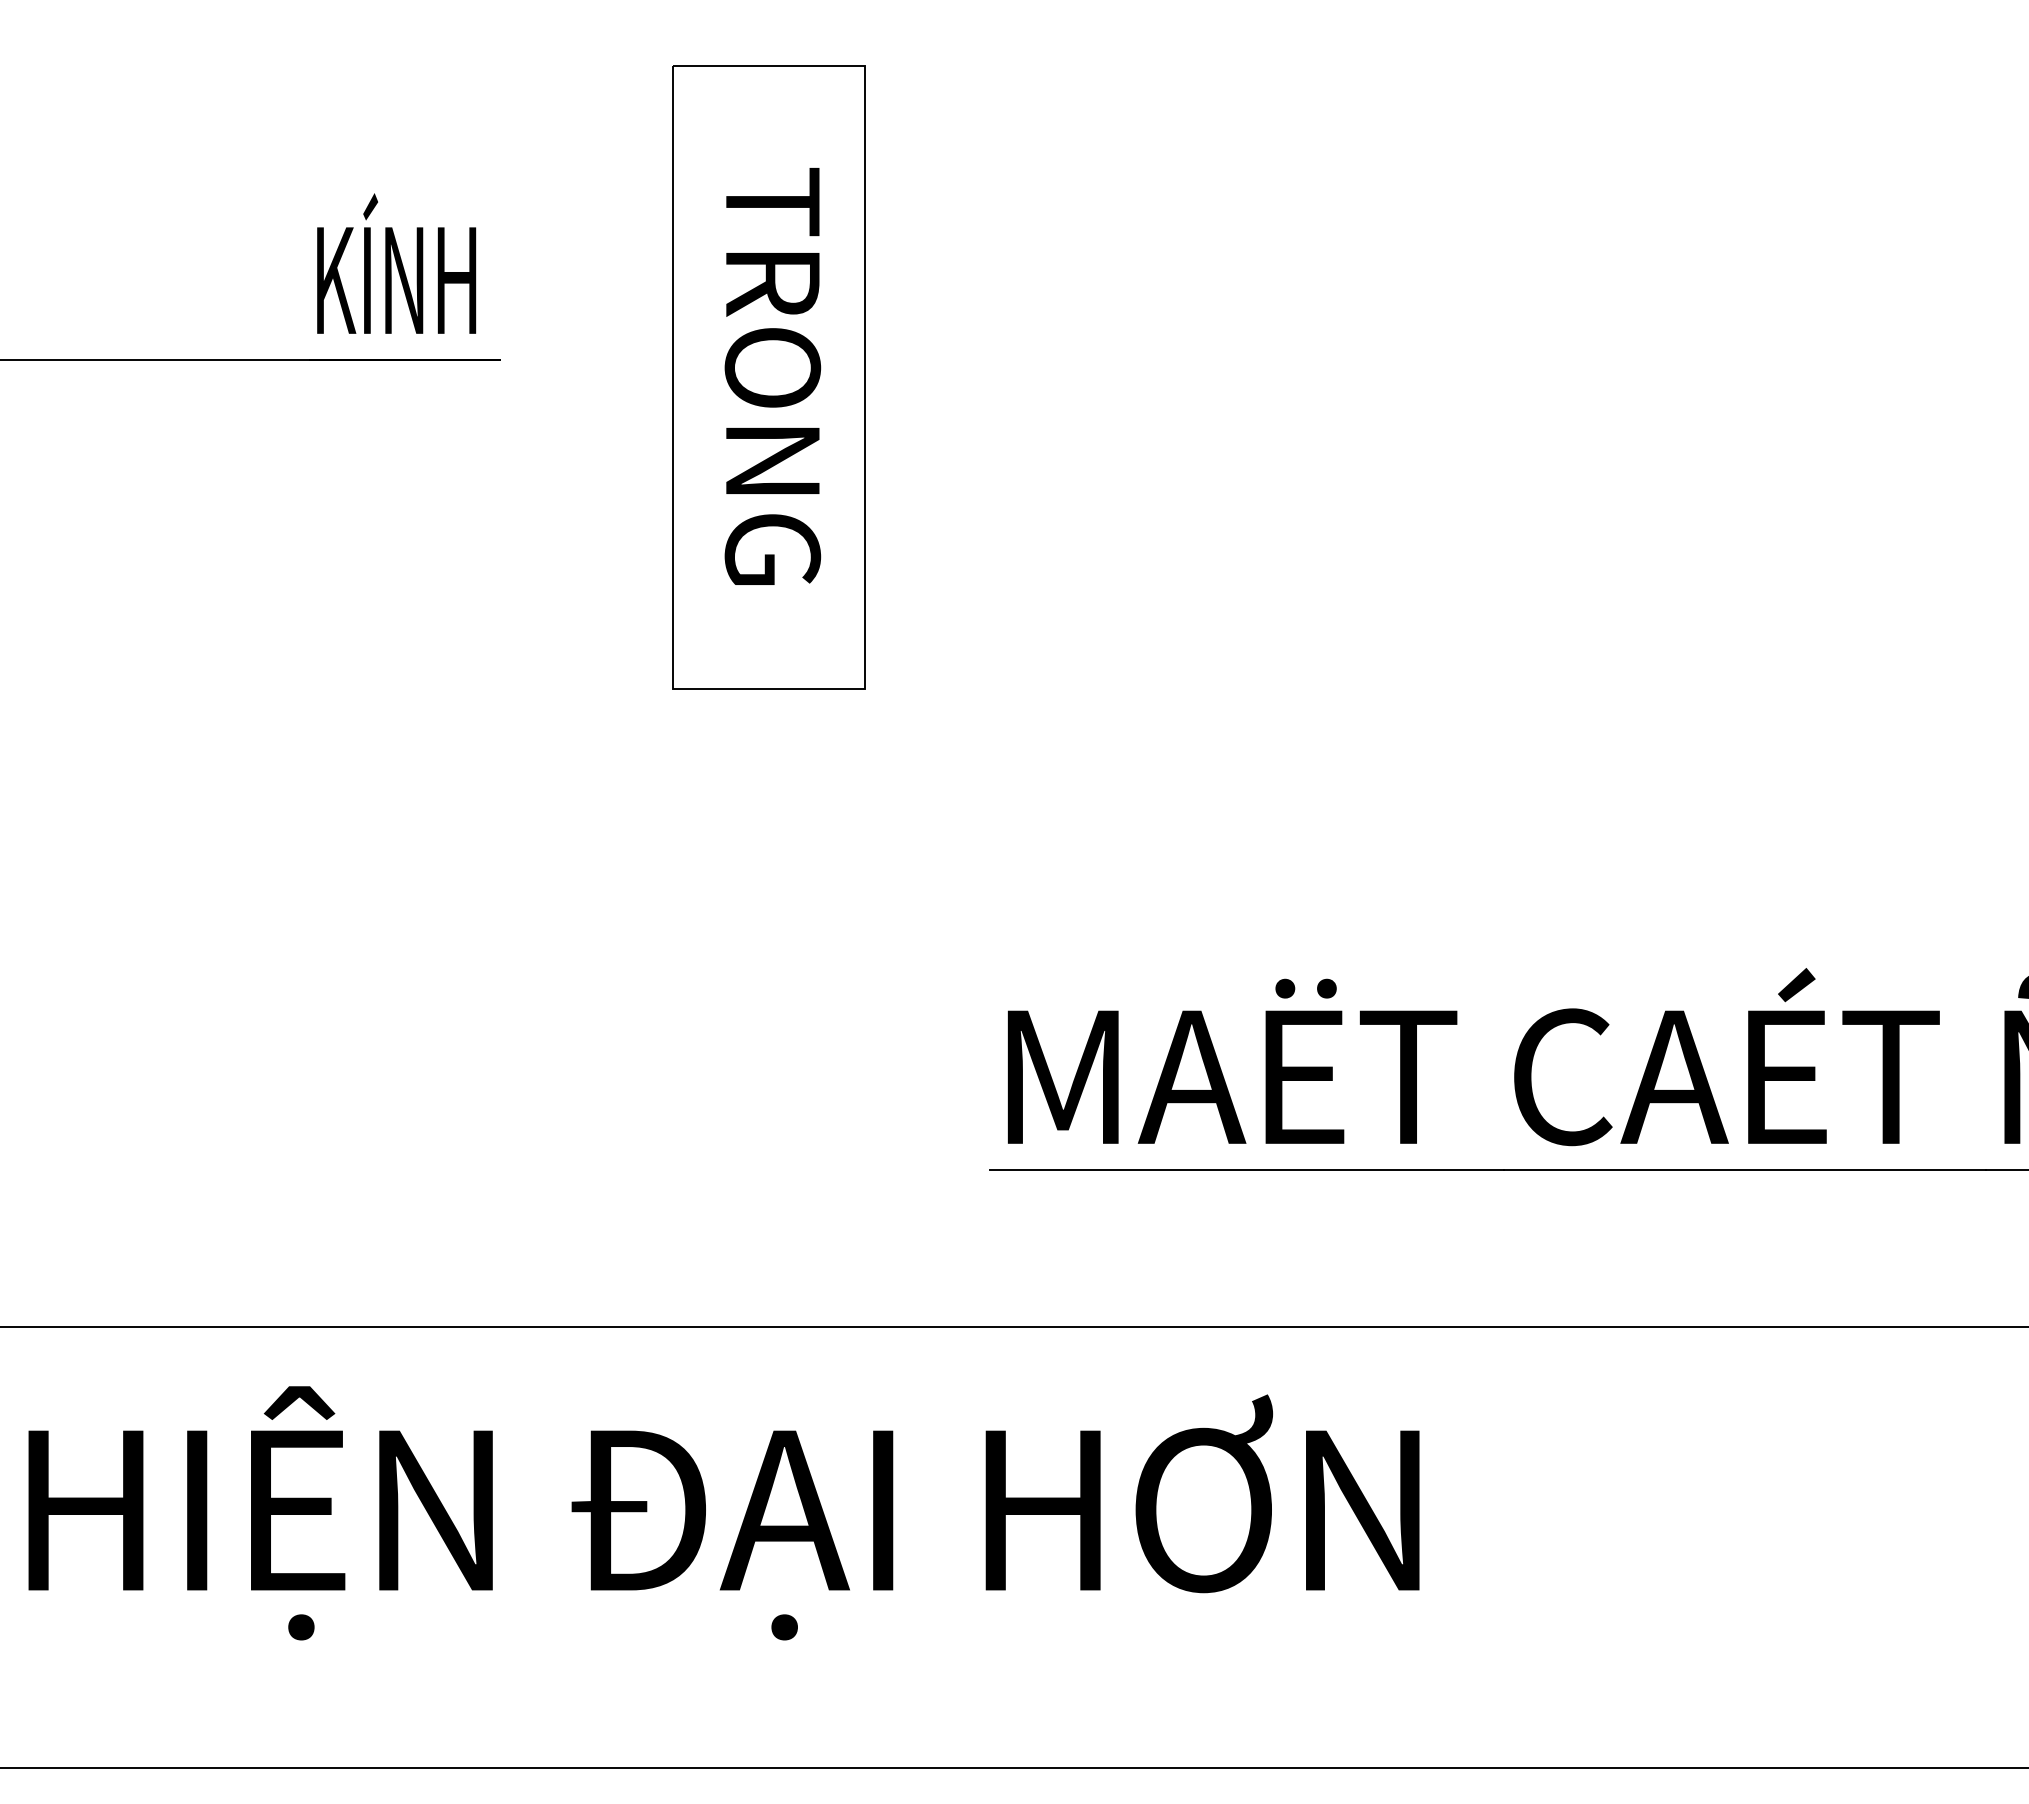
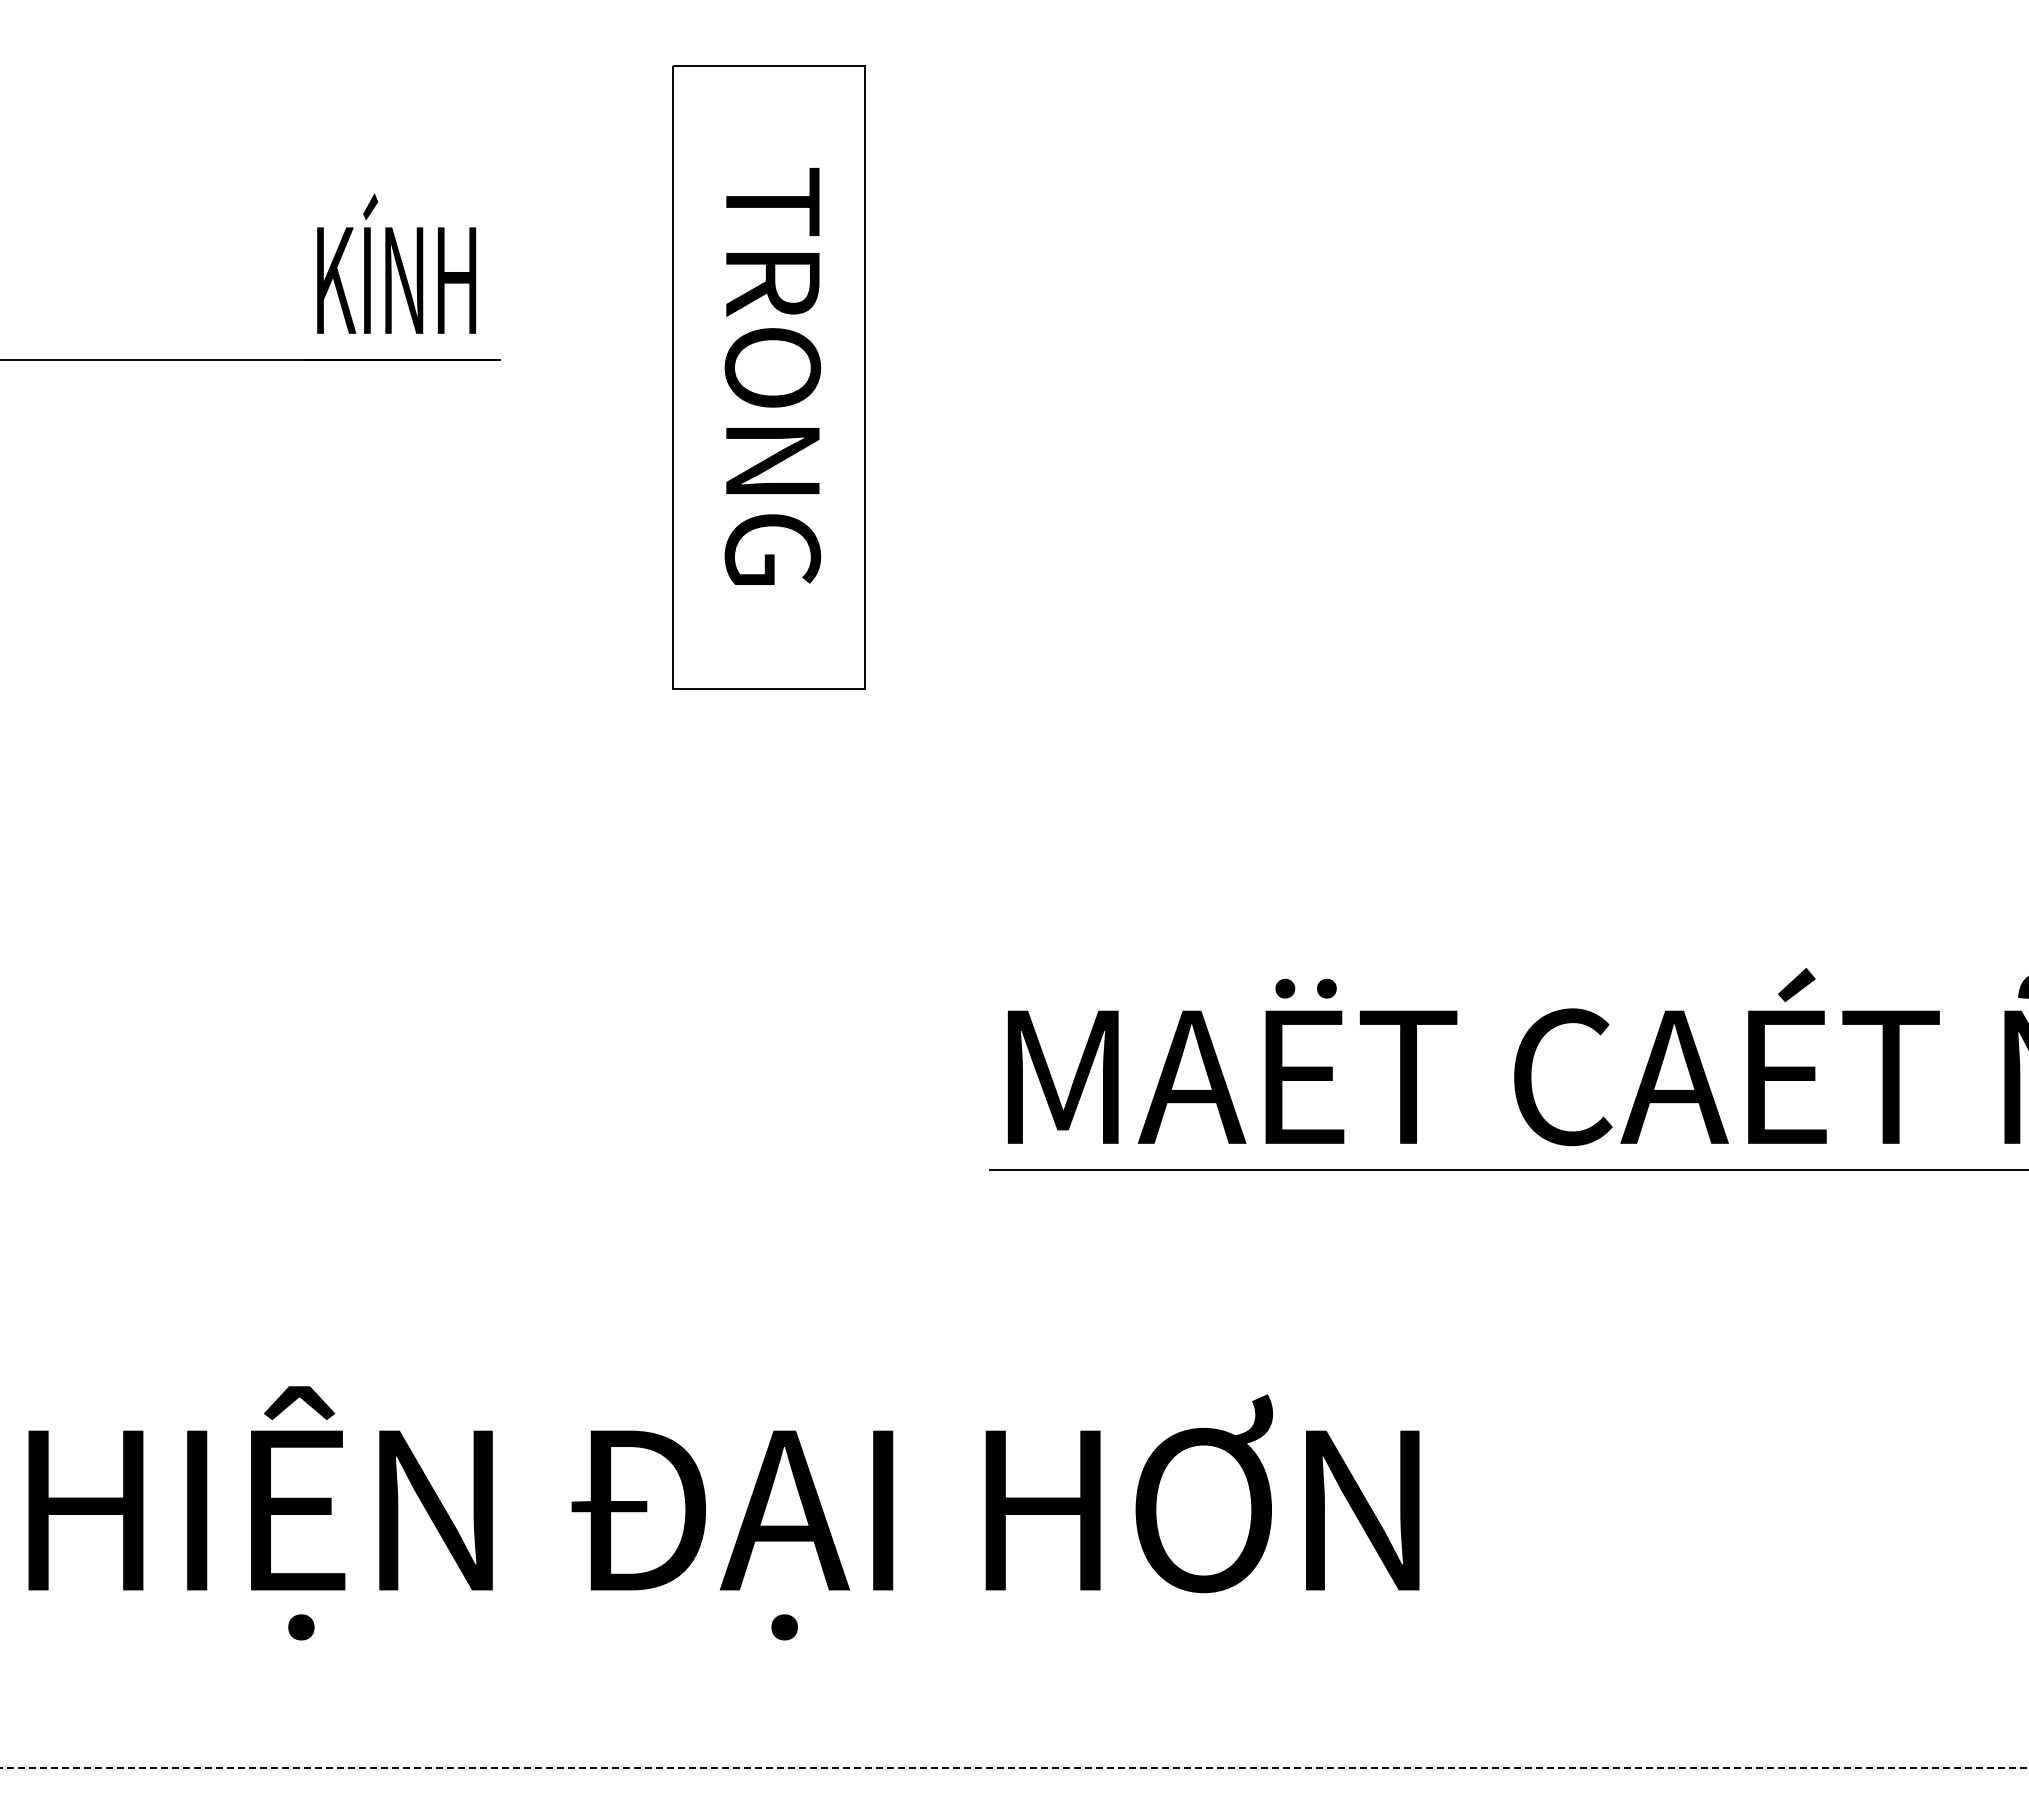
line at (1013, 1327): present -> none
line at (1014, 1768): solid -> dashed
